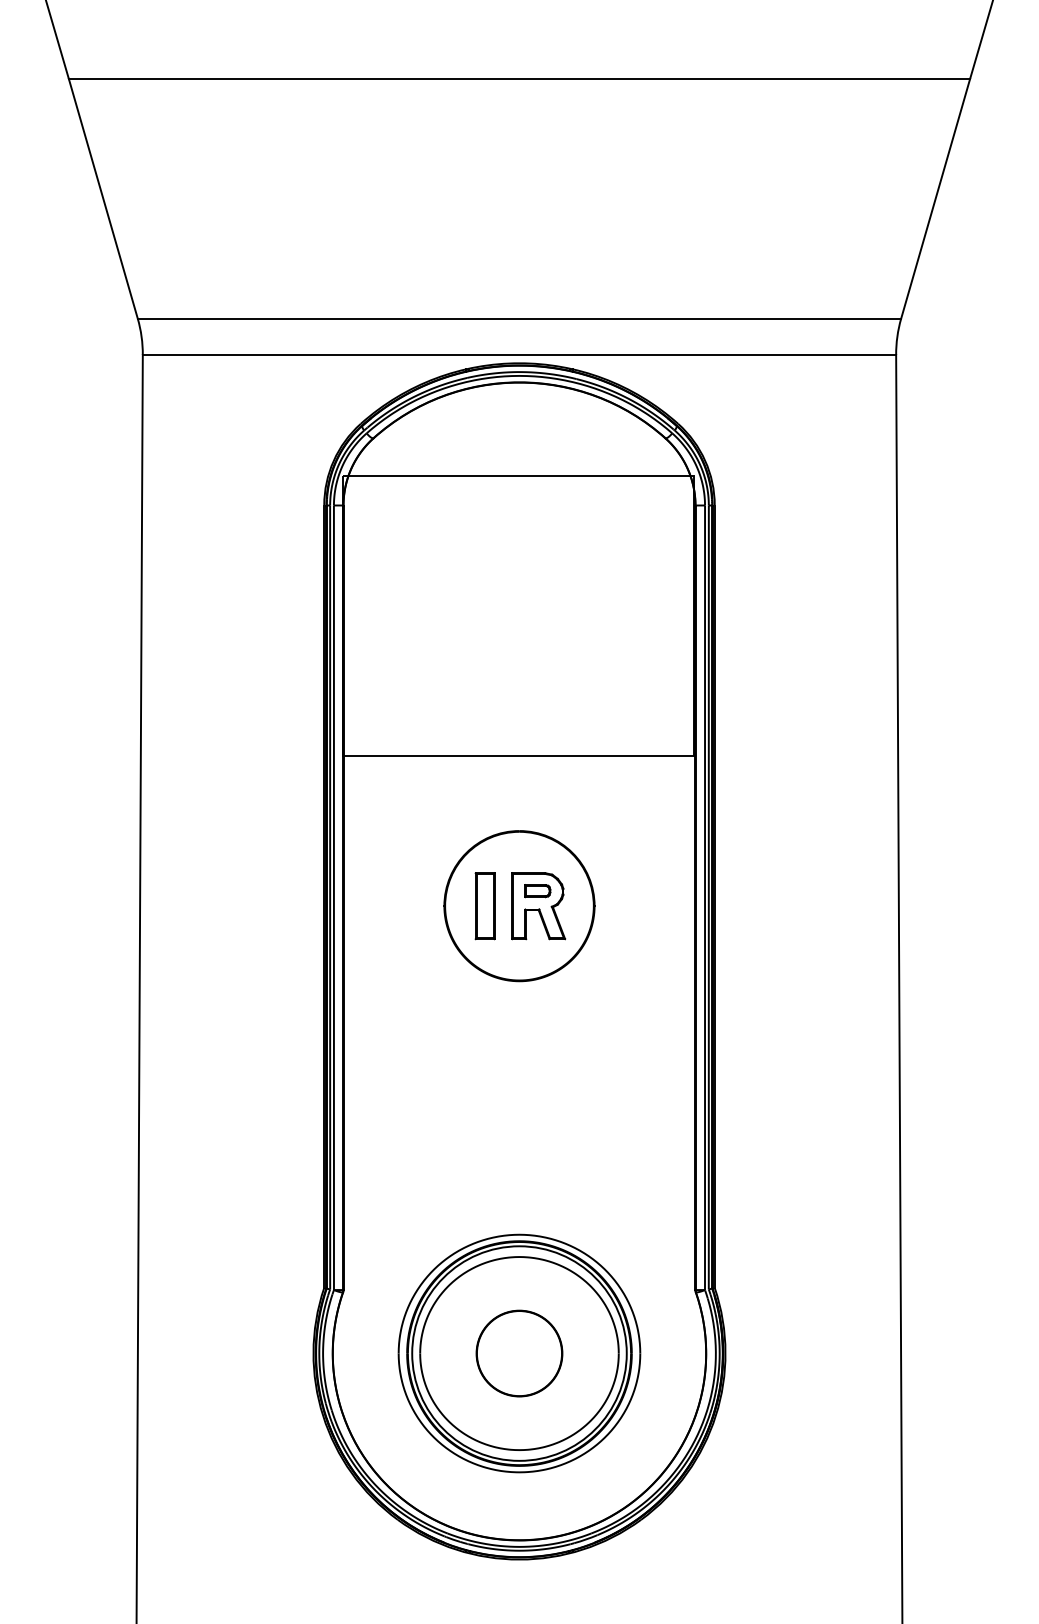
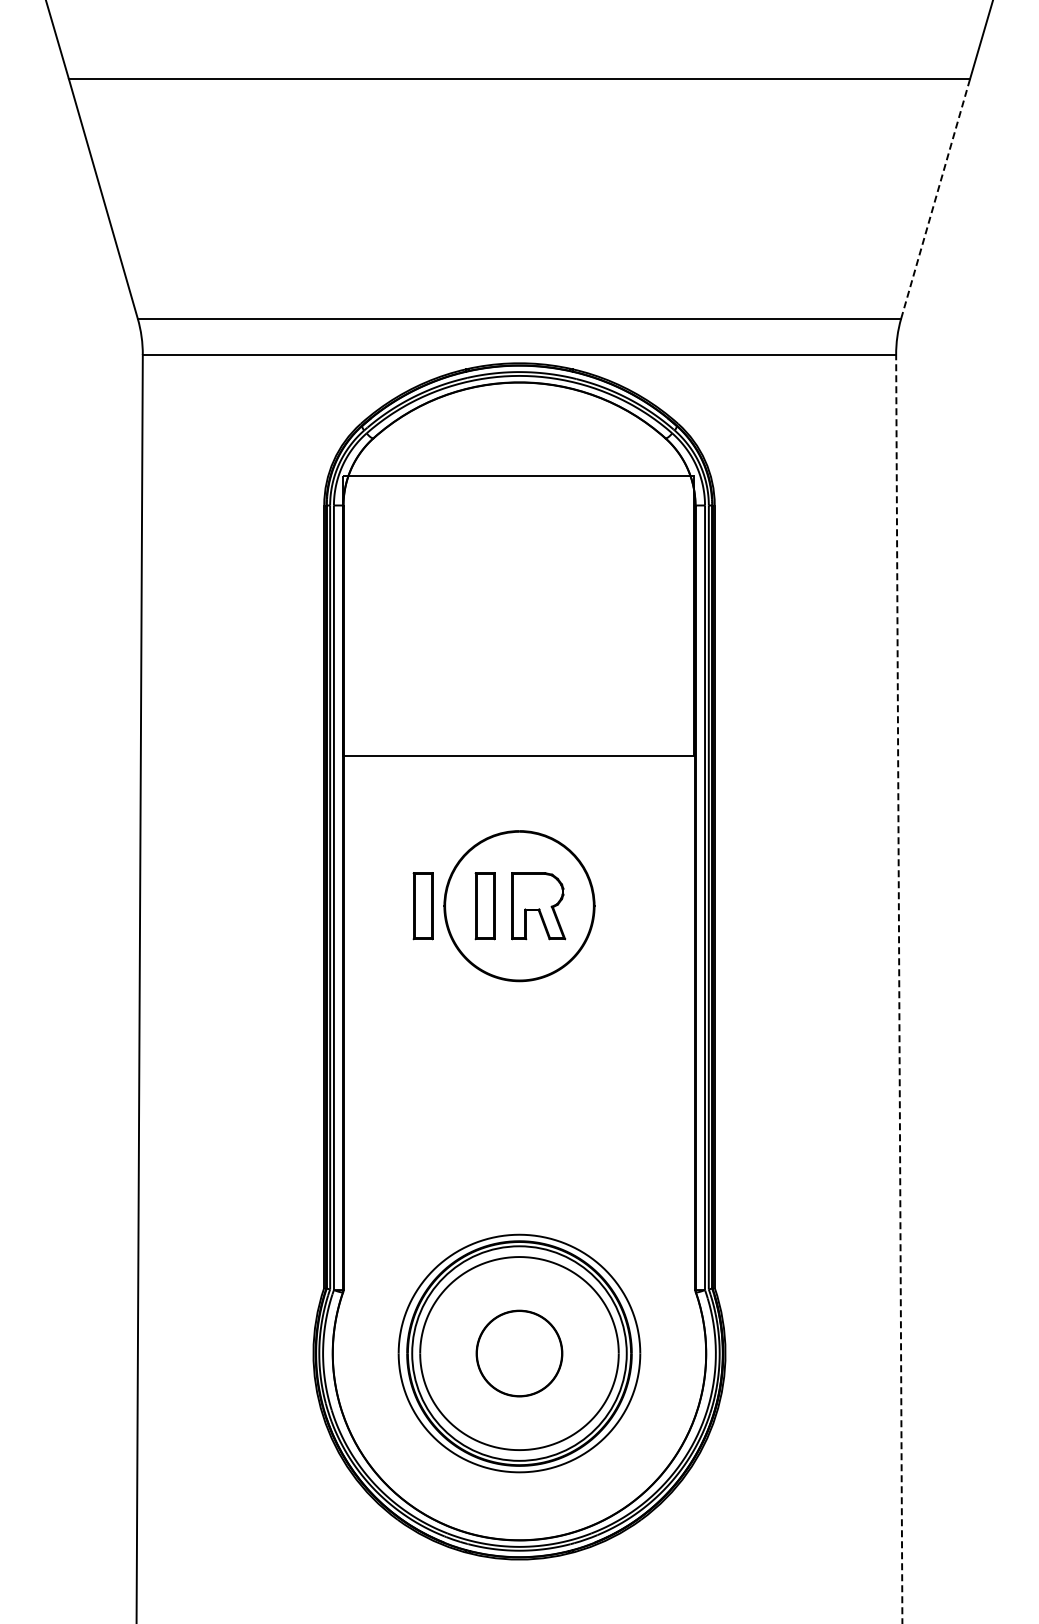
line at (935, 198): solid -> dashed
part at (537, 891): present -> none
part at (422, 906): none -> present
line at (899, 988): solid -> dashed
